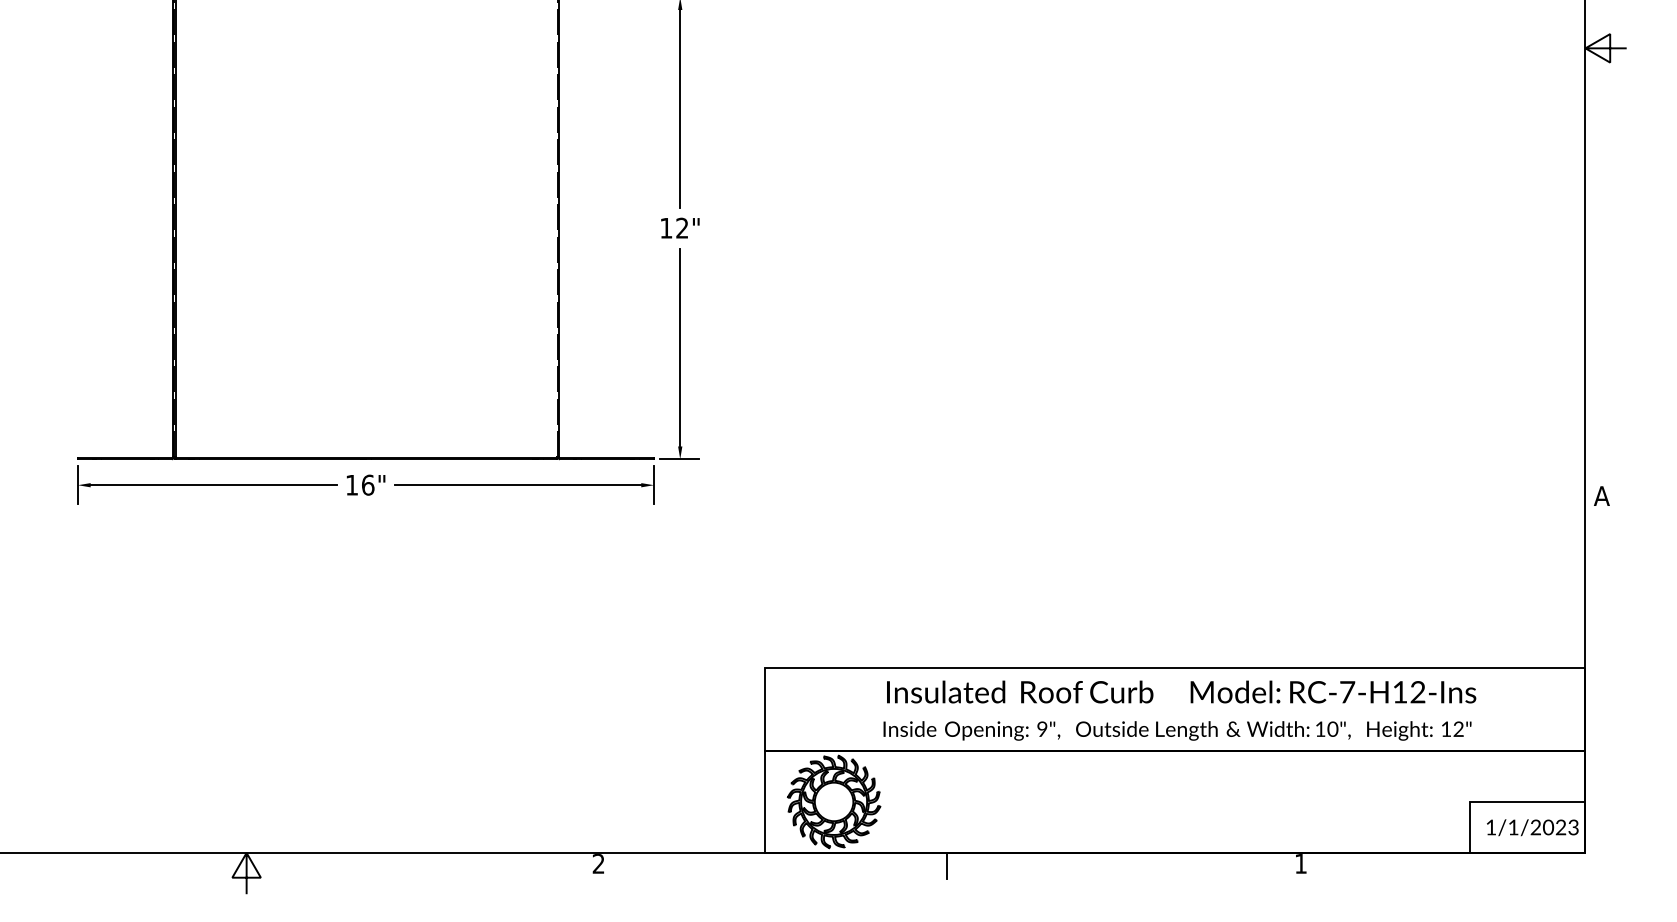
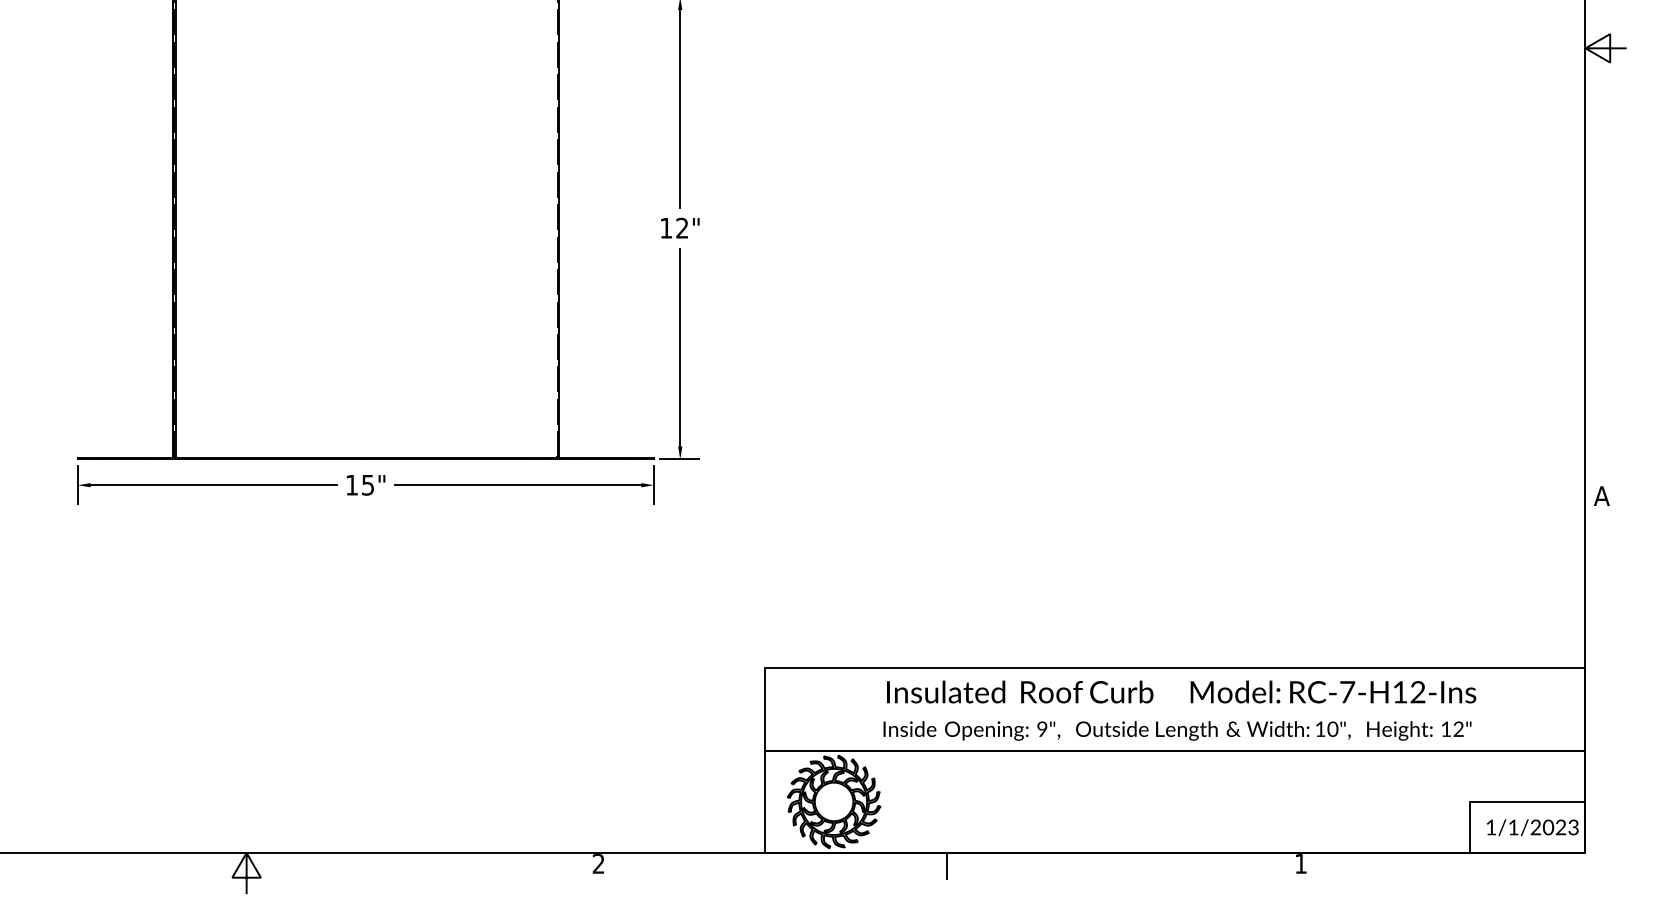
text at (368, 484): 16" -> 15"
